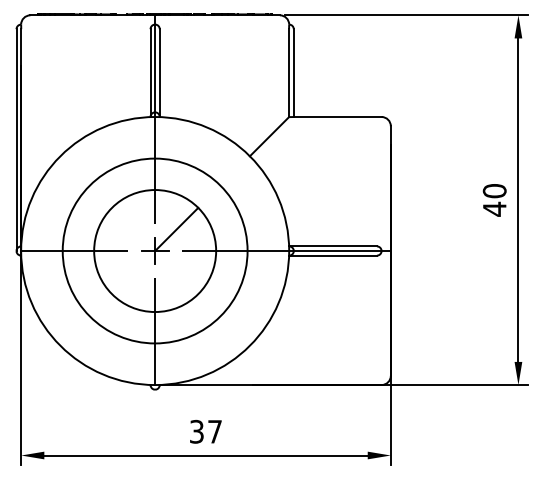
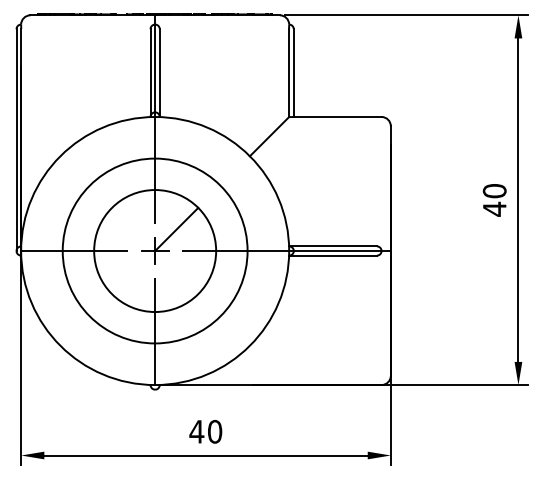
text at (205, 431): 37 -> 40
